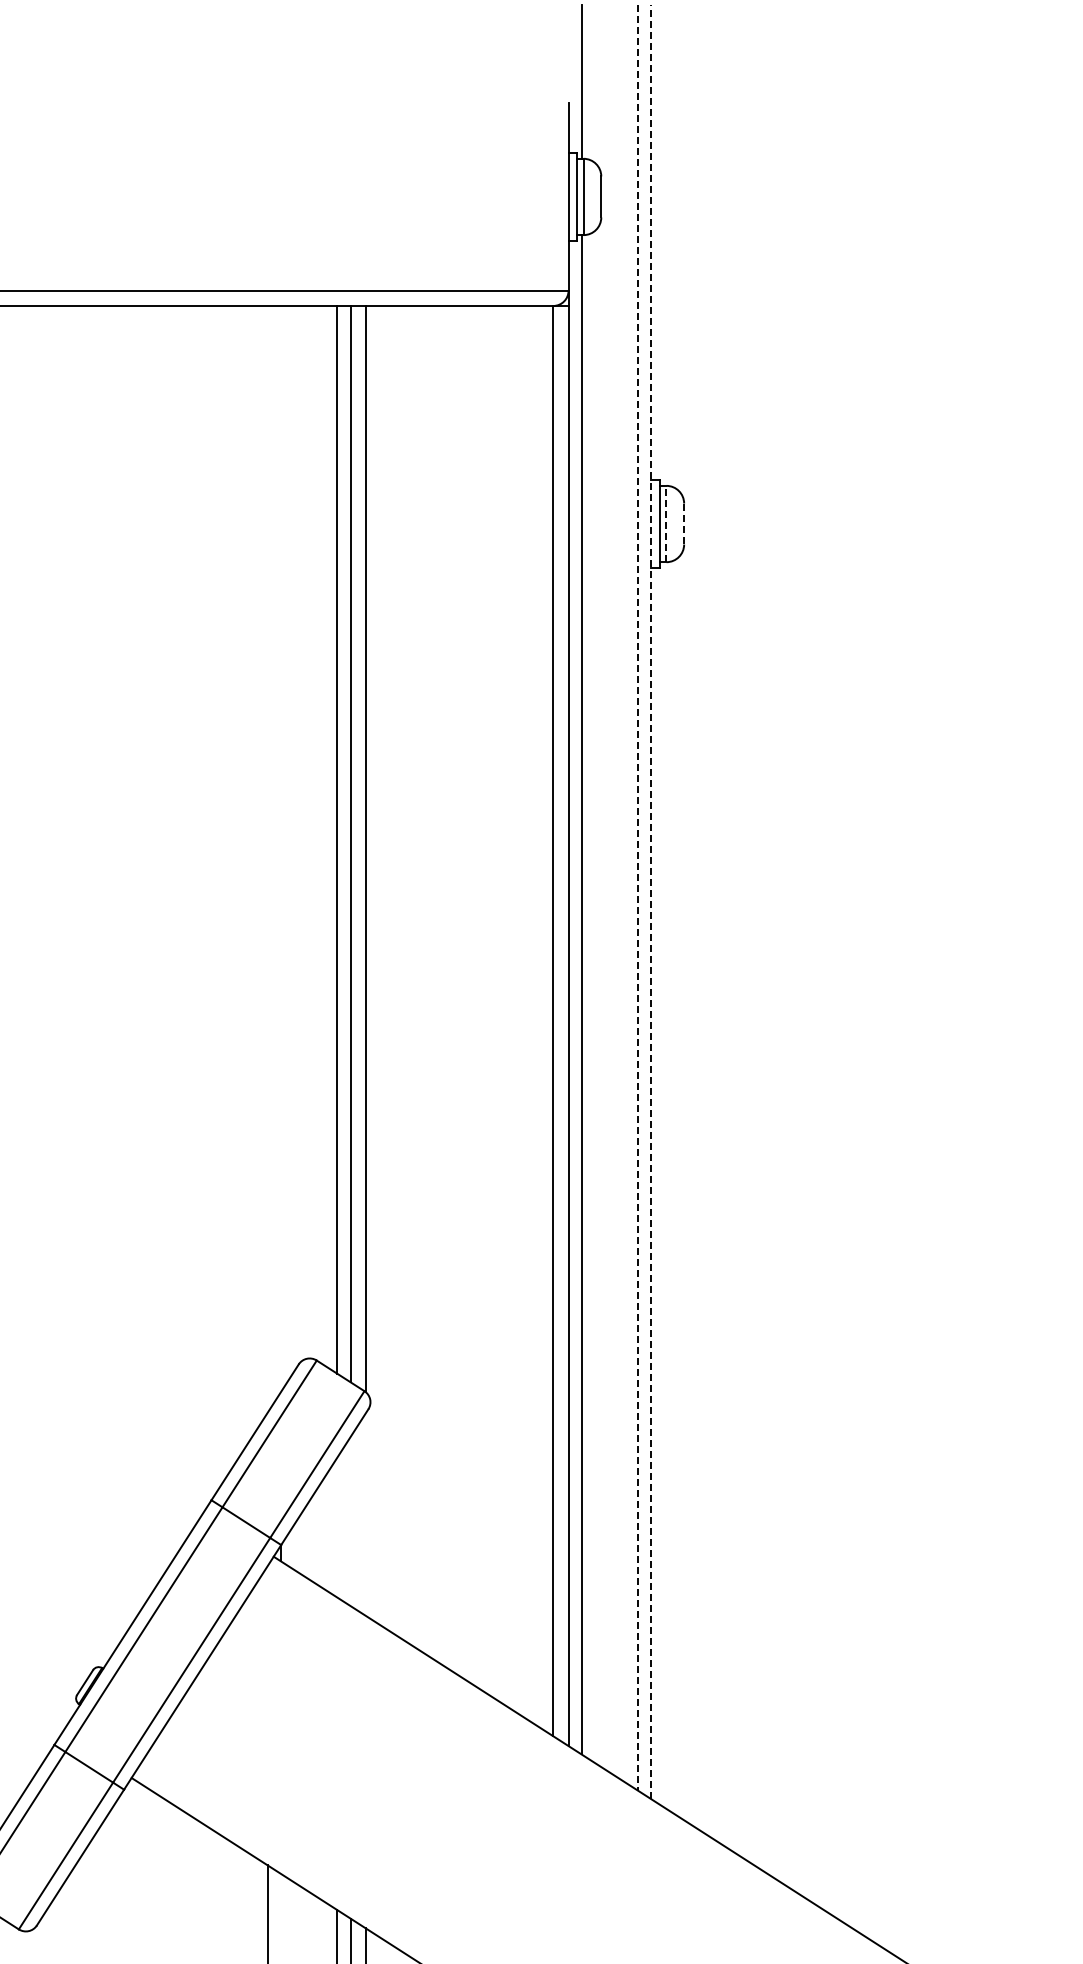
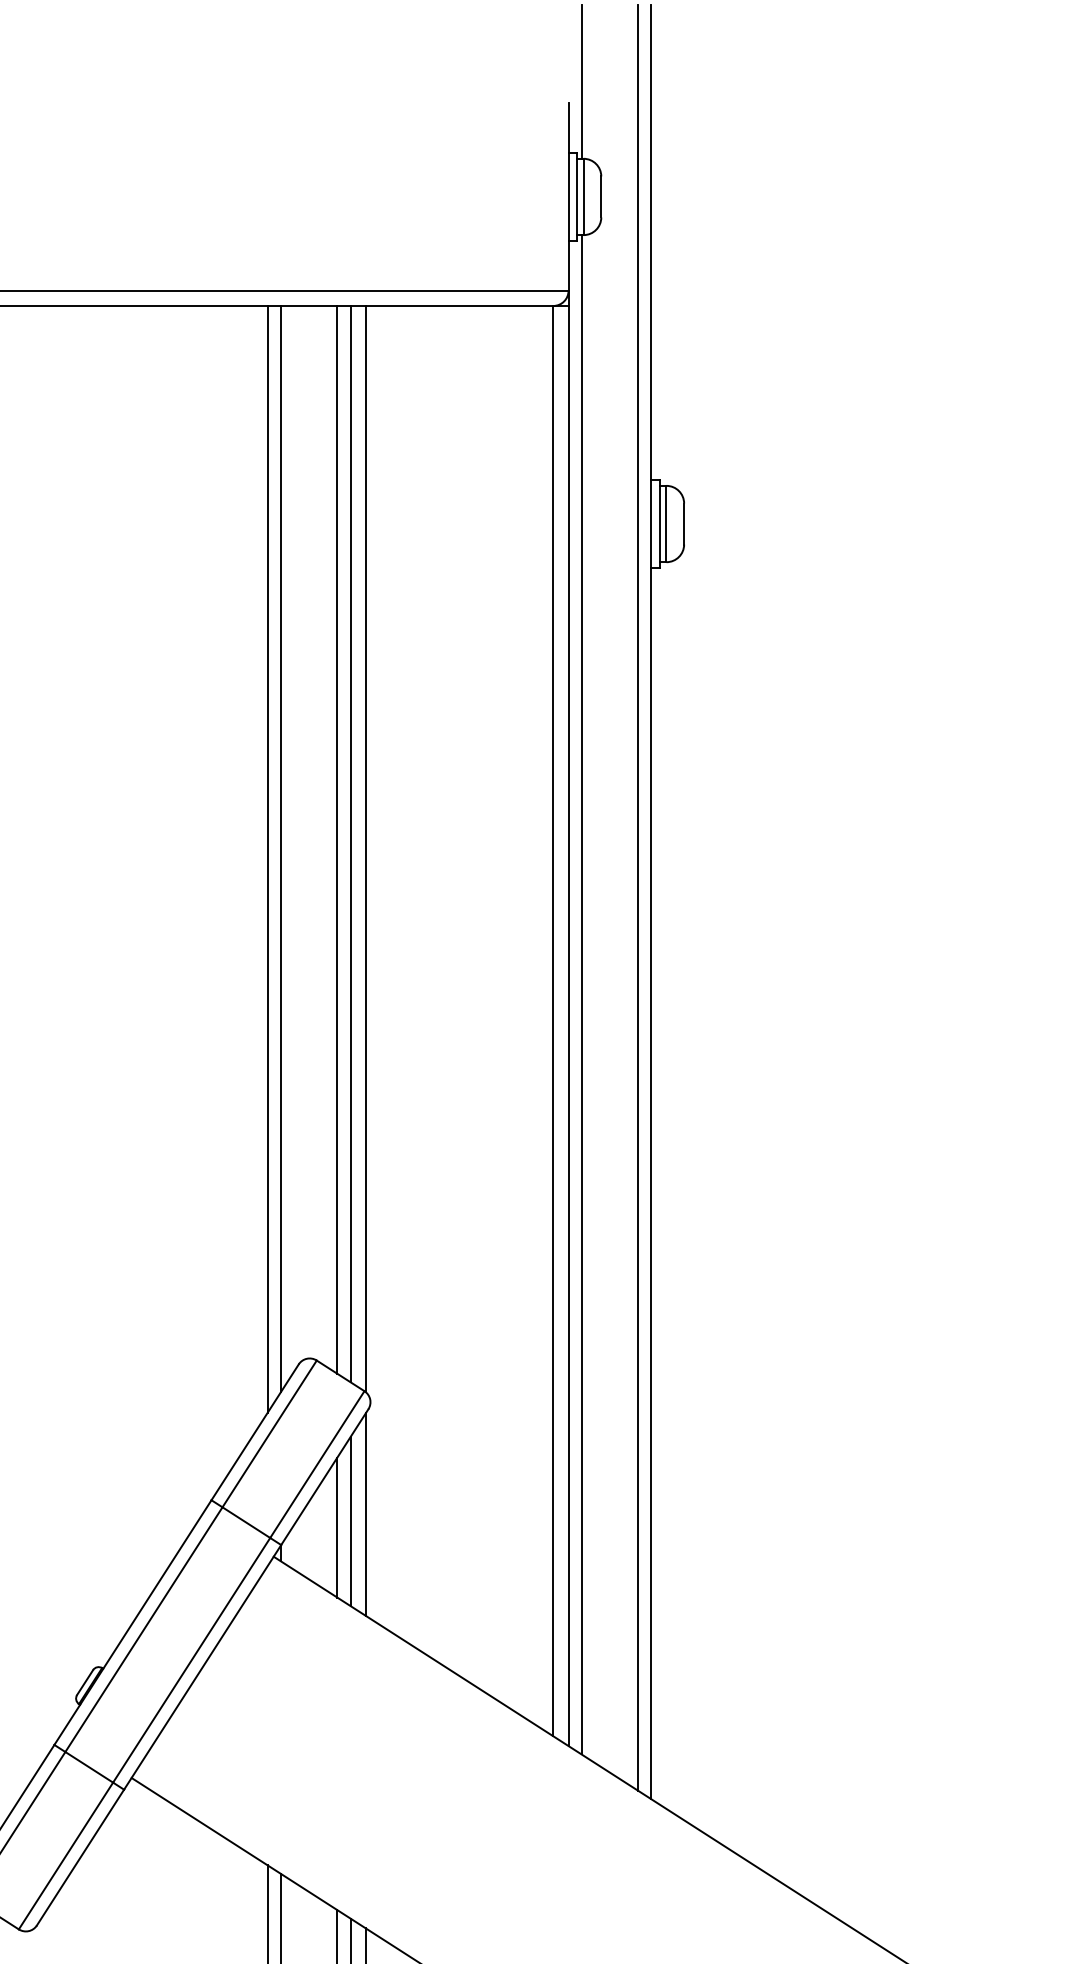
line at (666, 523): dashed -> solid
line at (684, 524): dashed -> solid
line at (280, 848): none -> present
line at (267, 858): none -> present
line at (638, 897): dashed -> solid
line at (651, 901): dashed -> solid
line at (365, 1514): none -> present
line at (350, 1521): none -> present
line at (337, 1527): none -> present
line at (280, 1916): none -> present
